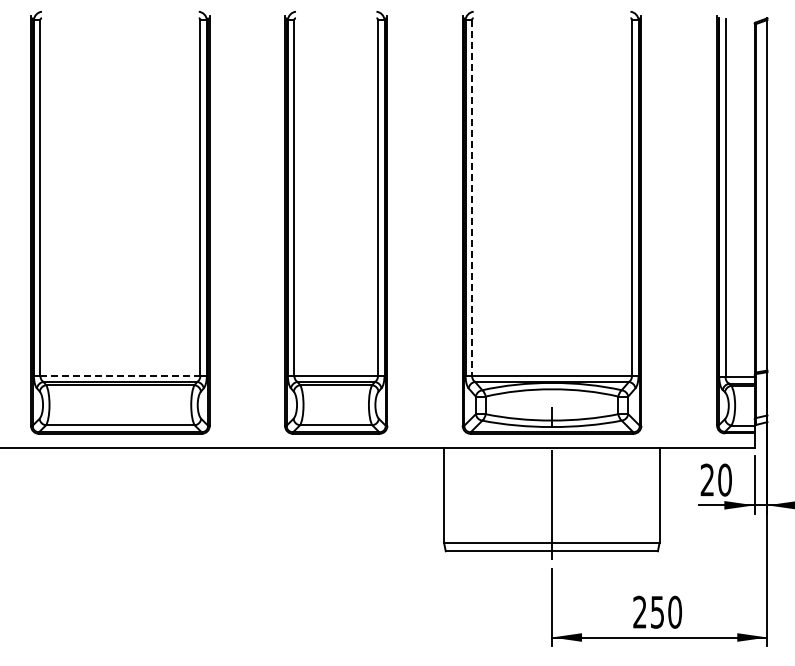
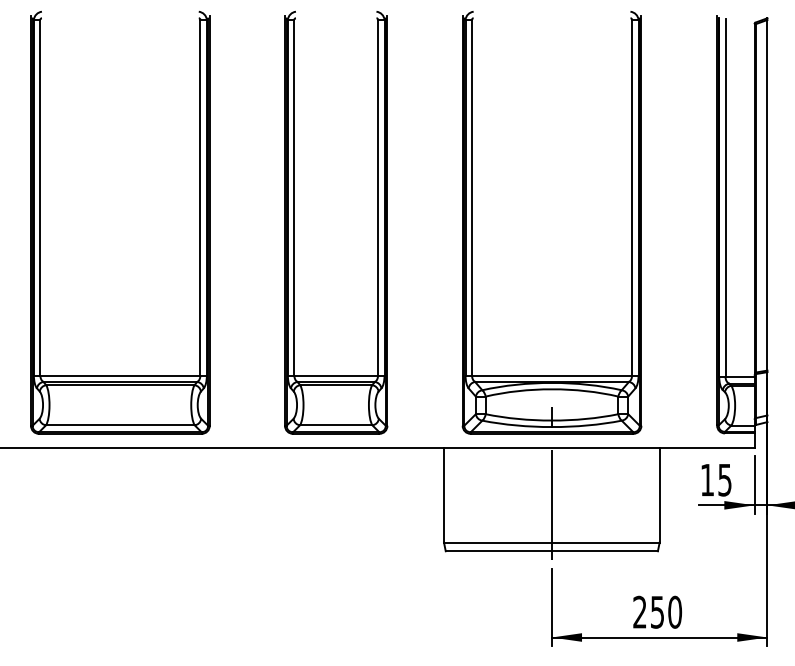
line at (472, 197): dashed -> solid
line at (120, 375): dashed -> solid
text at (715, 479): 20 -> 15
